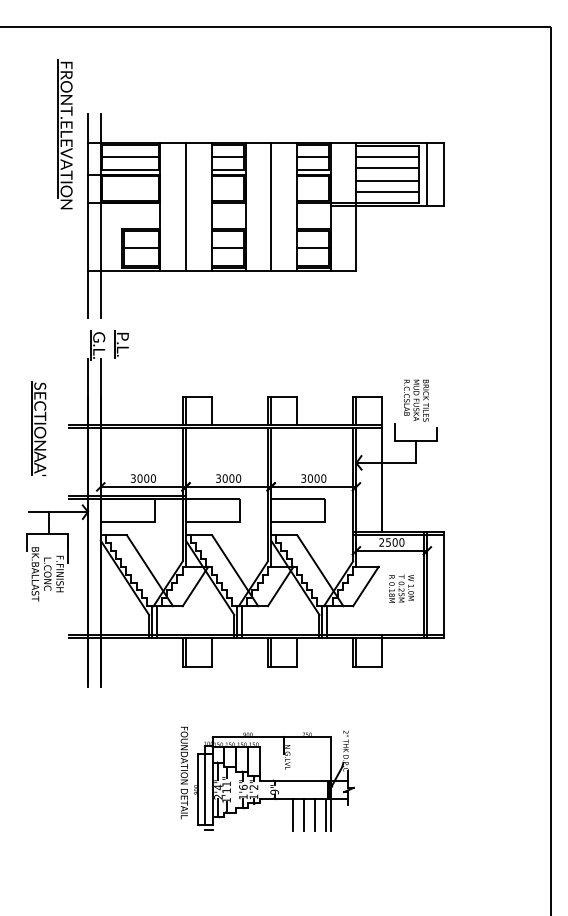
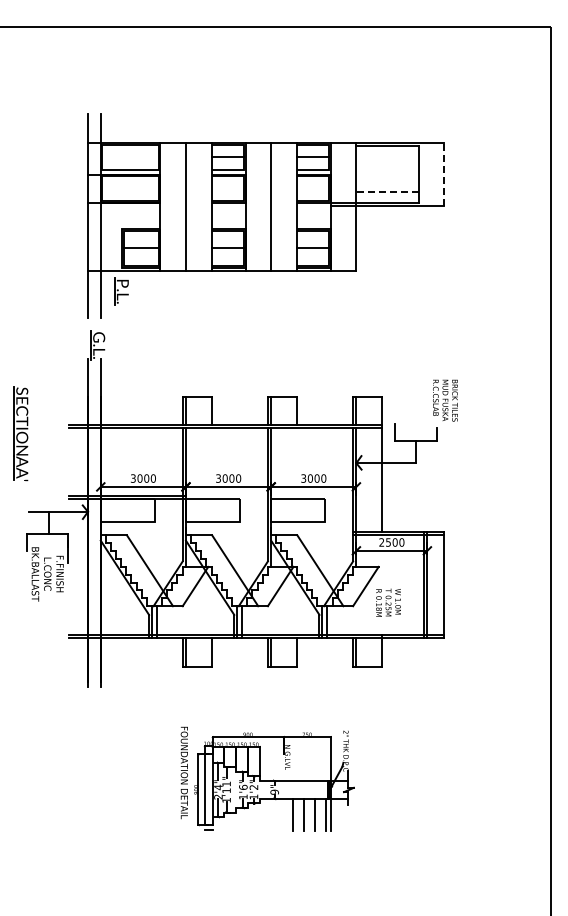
part at (64, 134): present -> none
line at (130, 157): present -> none
line at (387, 157): present -> none
line at (387, 168): present -> none
line at (427, 174): present -> none
line at (444, 174): solid -> dashed
line at (387, 181): present -> none
line at (387, 192): solid -> dashed
part at (121, 344) position: (121, 344) -> (121, 291)
text at (416, 400) position: (416, 400) -> (445, 400)
part at (38, 428) position: (38, 428) -> (20, 433)
text at (401, 588) position: (401, 588) -> (388, 602)
